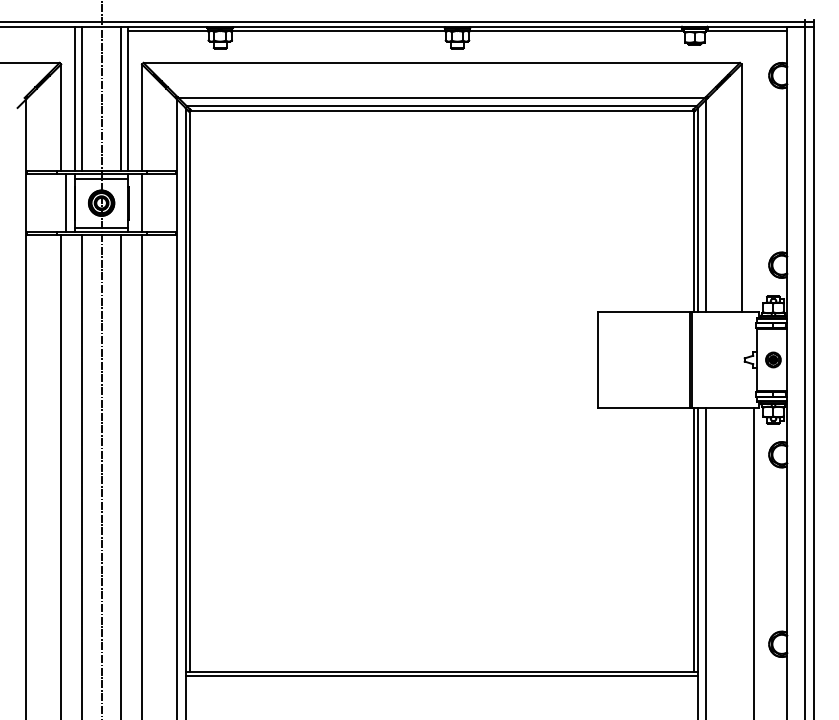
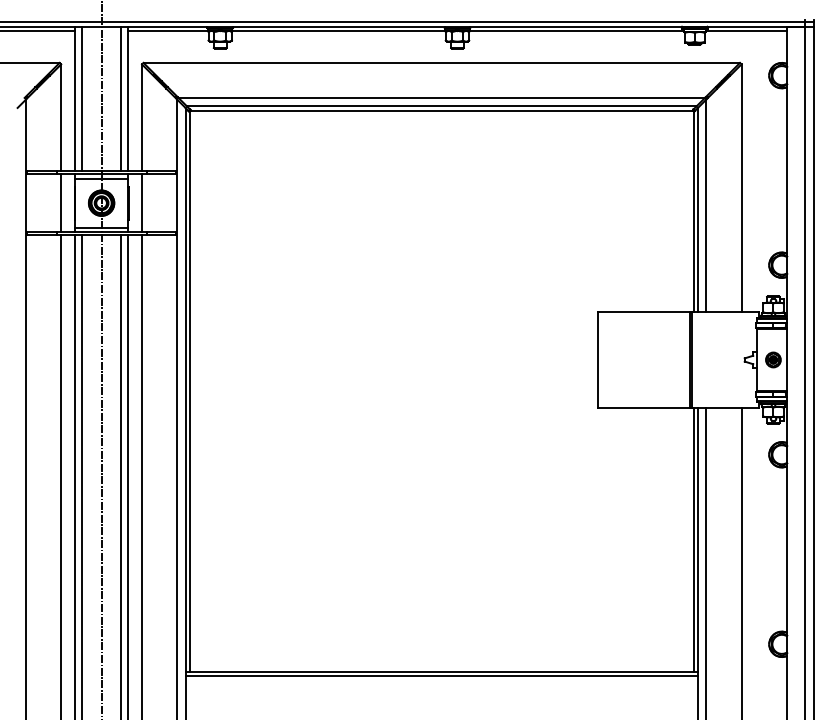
line at (38, 30): none -> present
line at (66, 202) position: (66, 202) -> (61, 202)
line at (75, 475): none -> present
line at (128, 475): none -> present
line at (753, 561) position: (753, 561) -> (741, 561)
